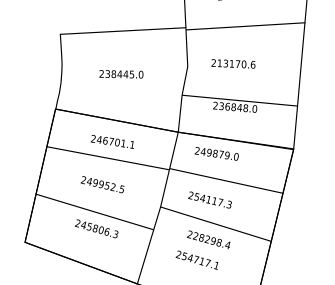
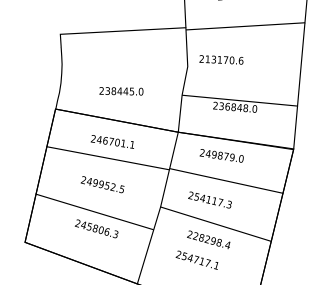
text at (233, 63) position: (233, 63) -> (221, 59)
text at (121, 74) position: (121, 74) -> (121, 91)
text at (216, 153) position: (216, 153) -> (221, 155)
